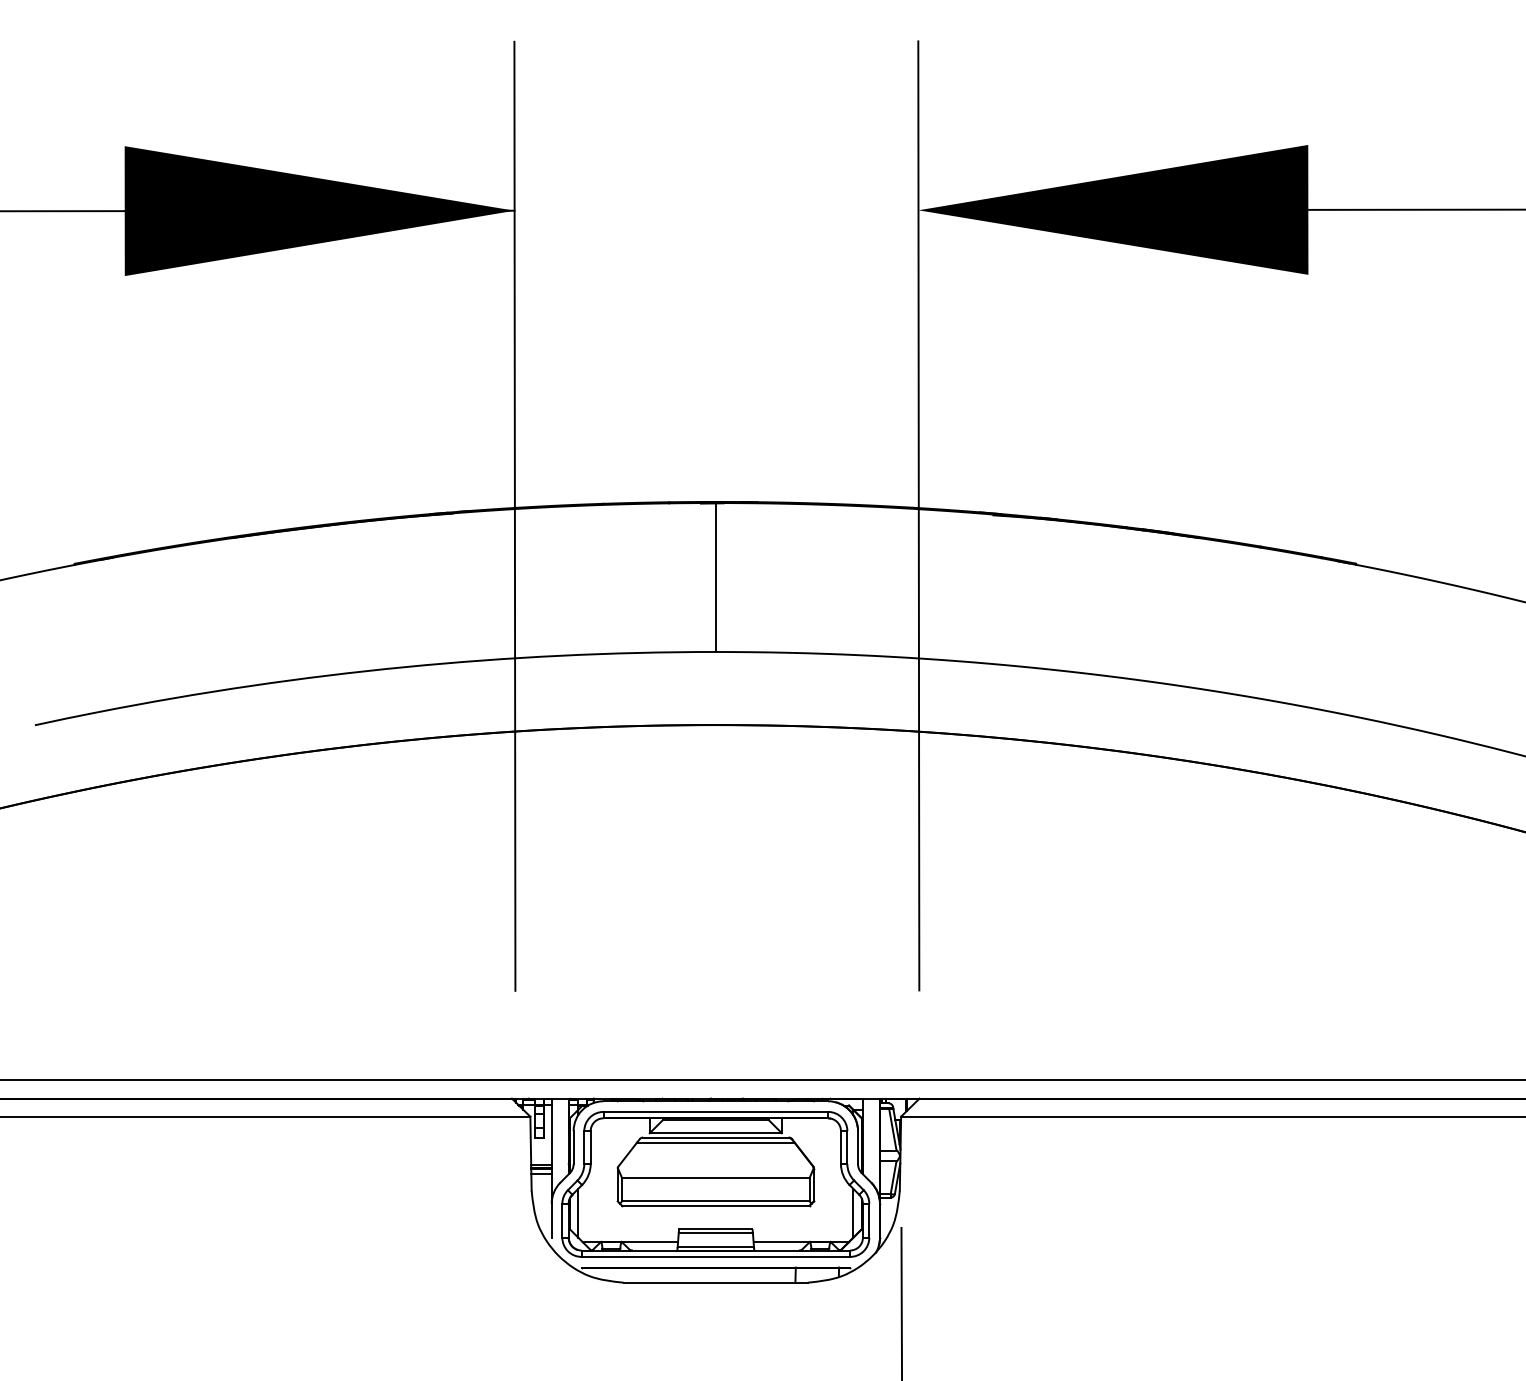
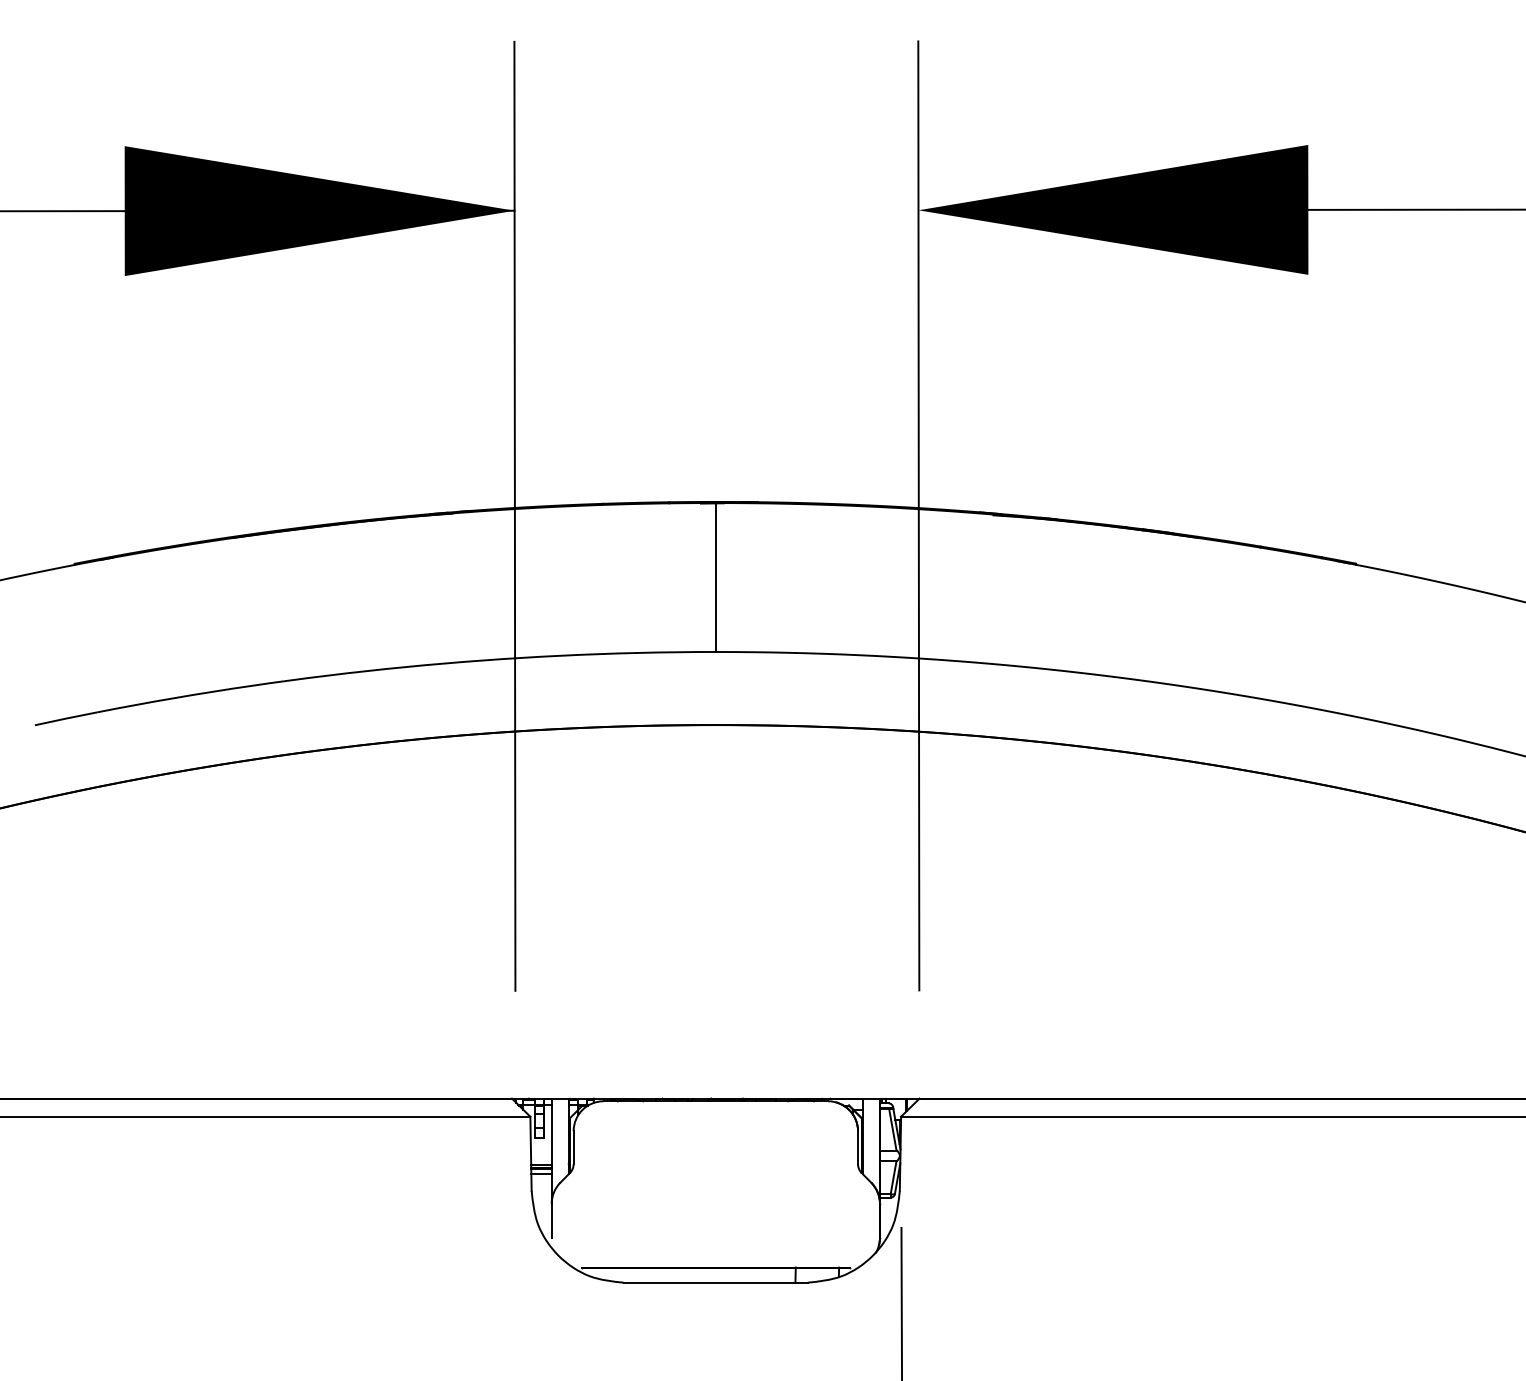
line at (762, 1080): present -> none
part at (715, 1184): present -> none
